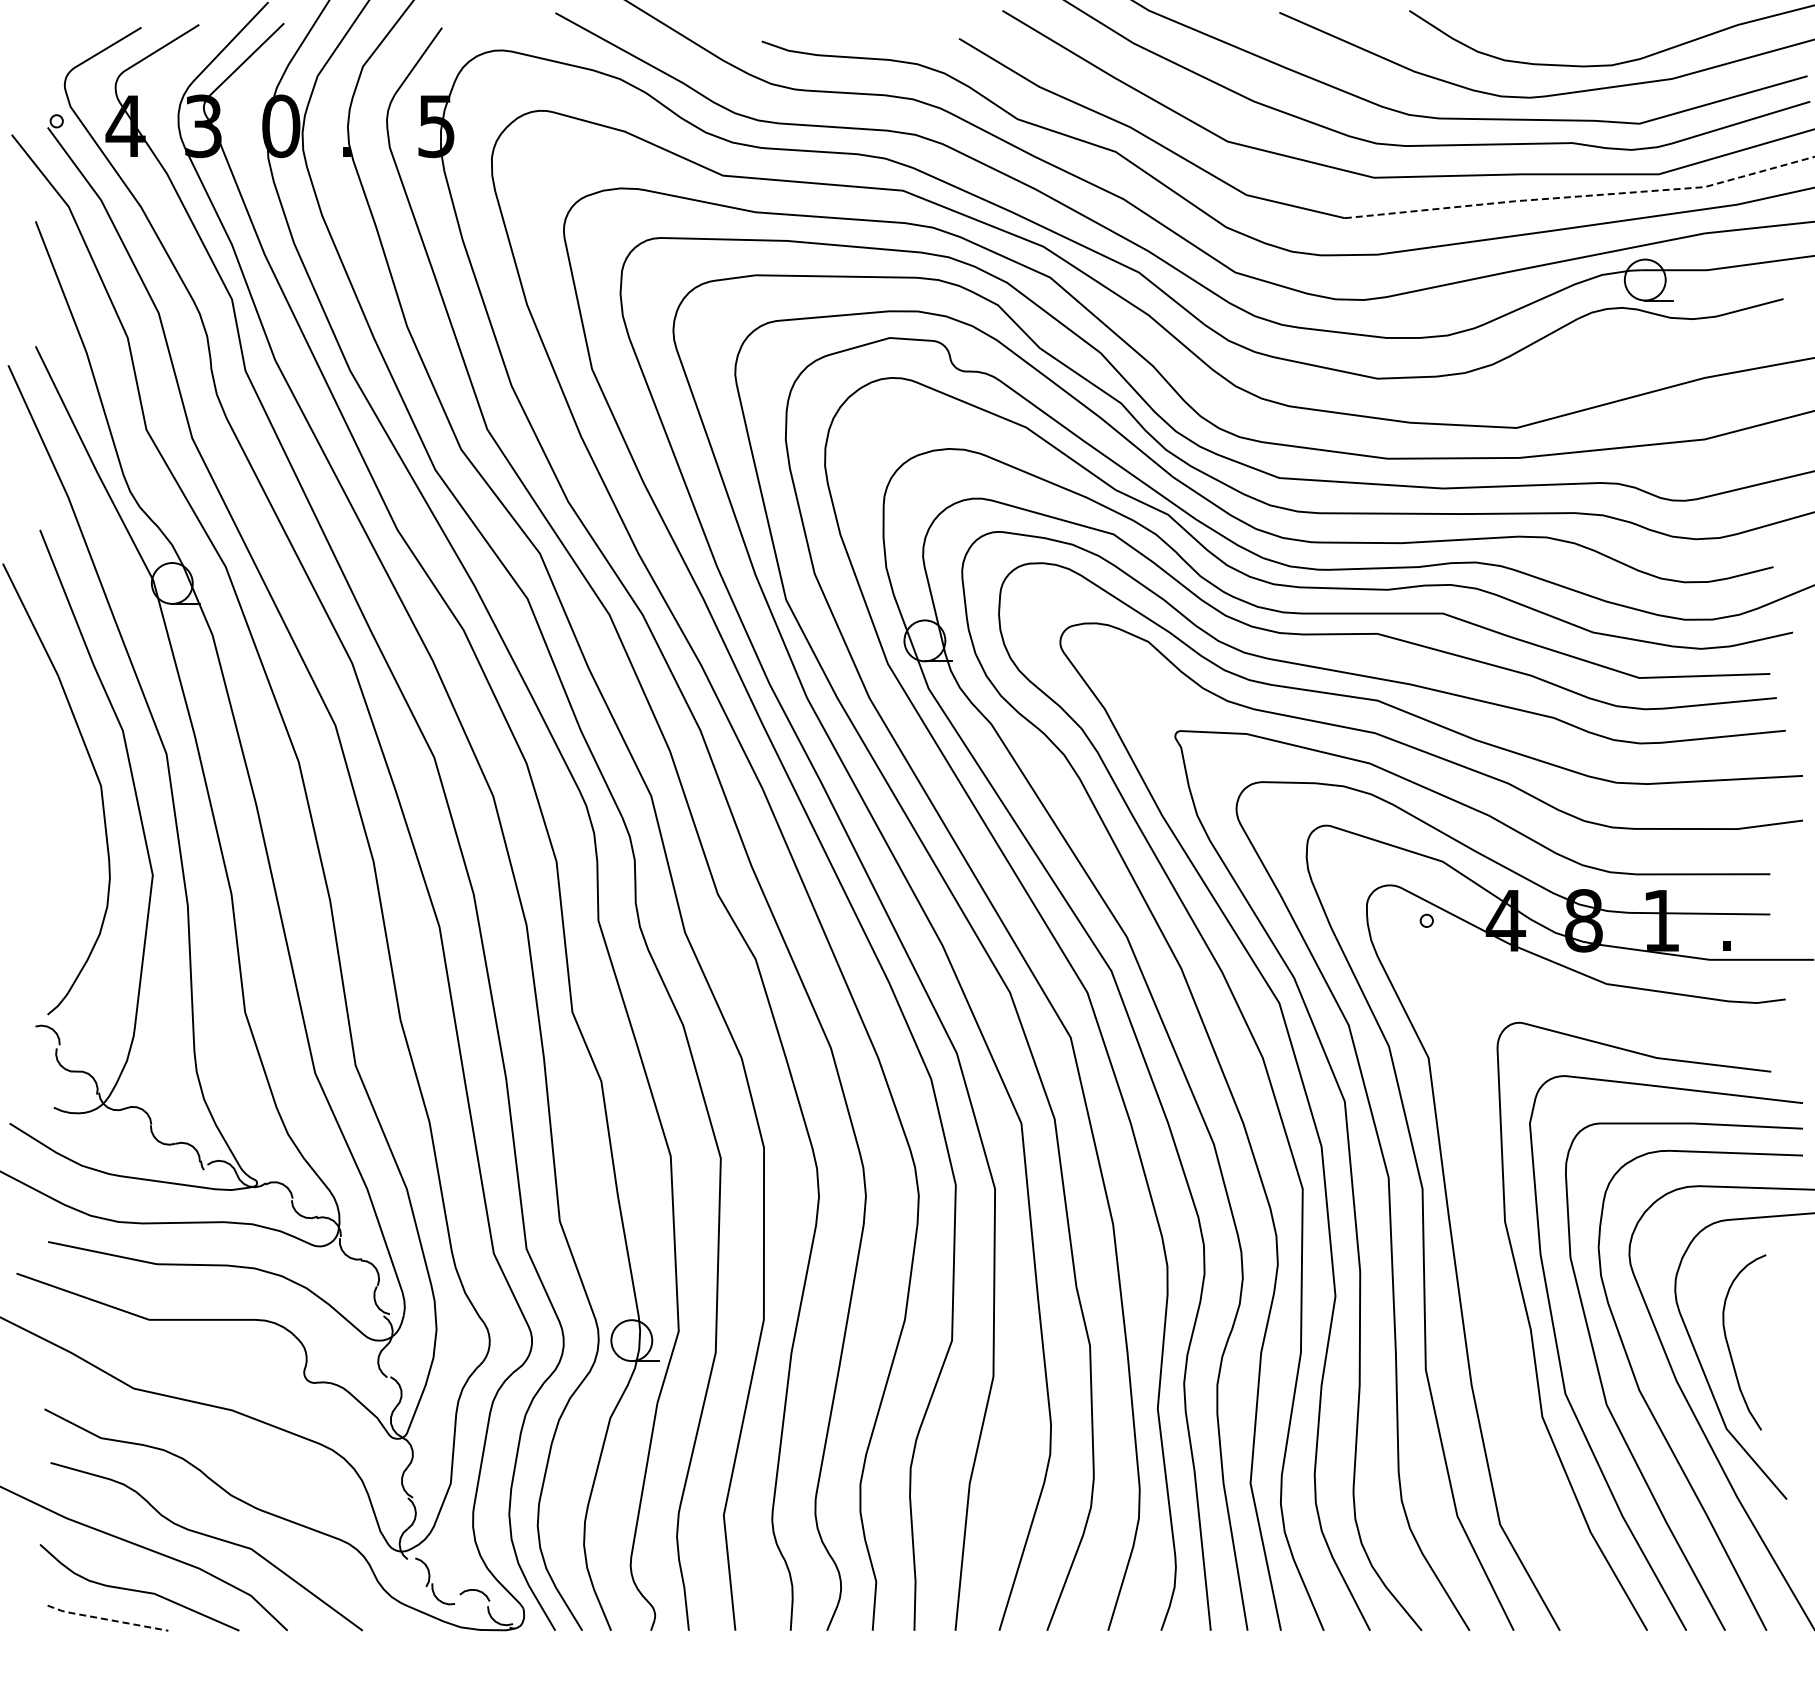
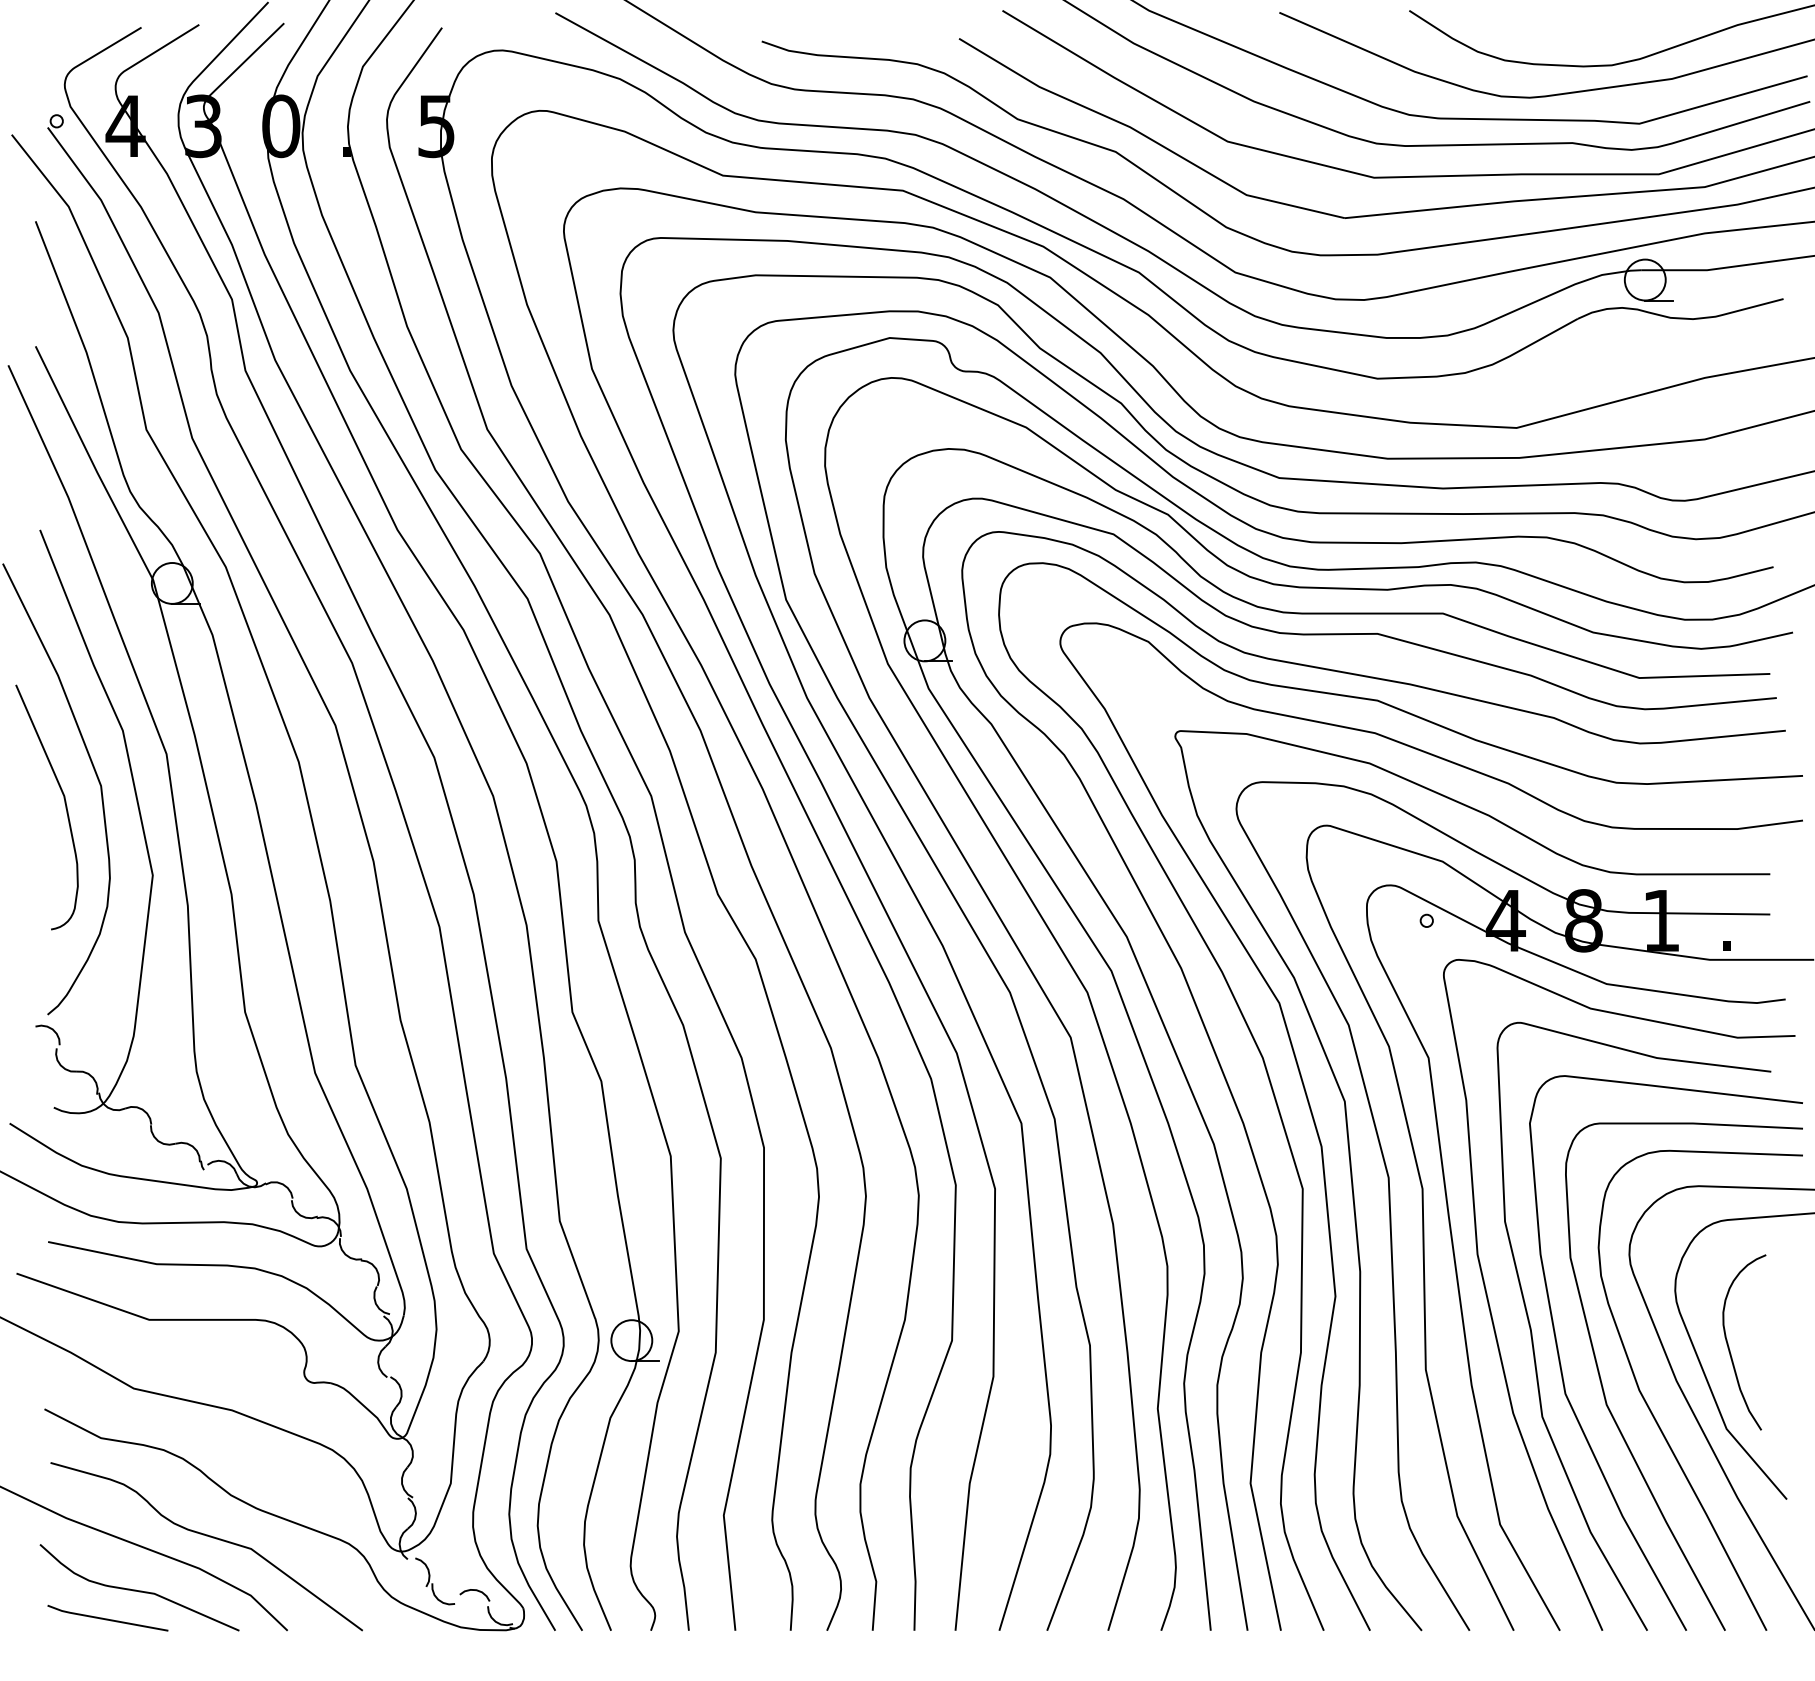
line at (1581, 196): dashed -> solid
curve at (64, 803): none -> present
curve at (1493, 1319): none -> present
line at (106, 1619): dashed -> solid
